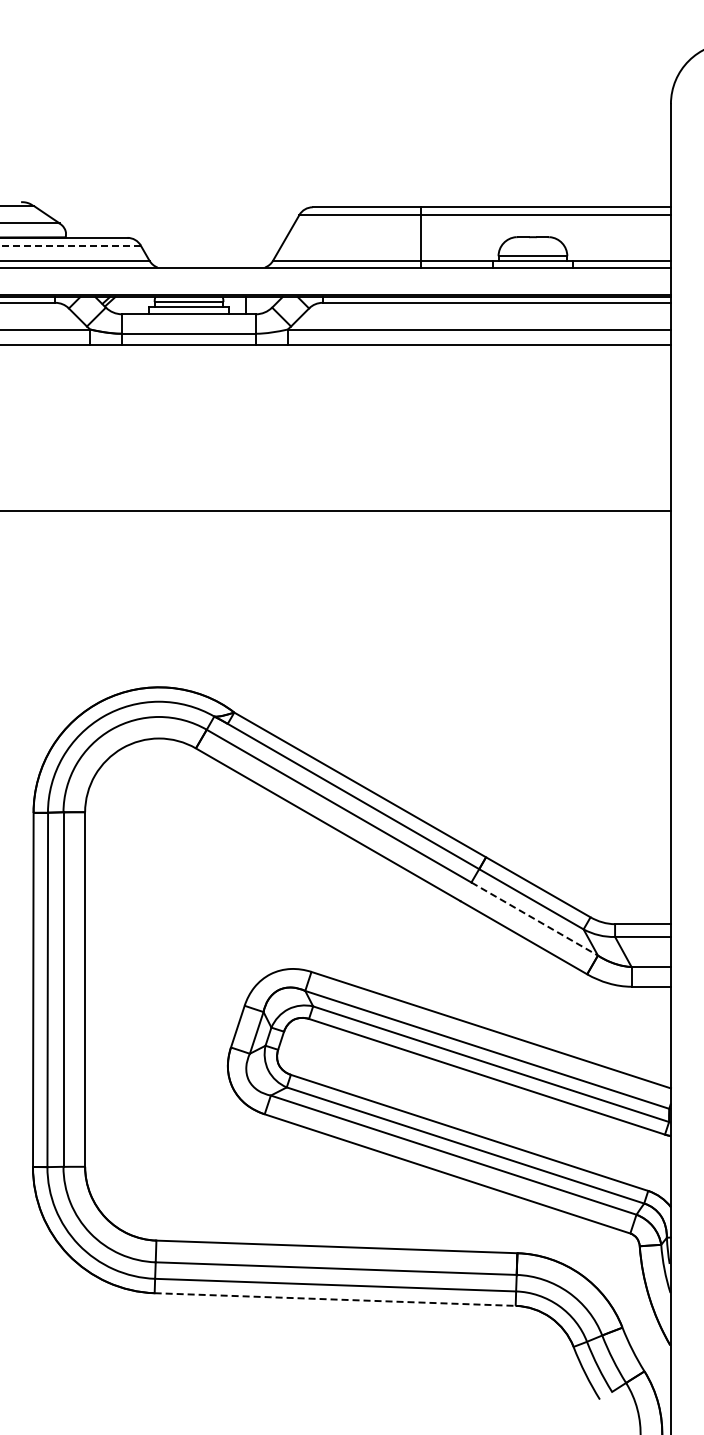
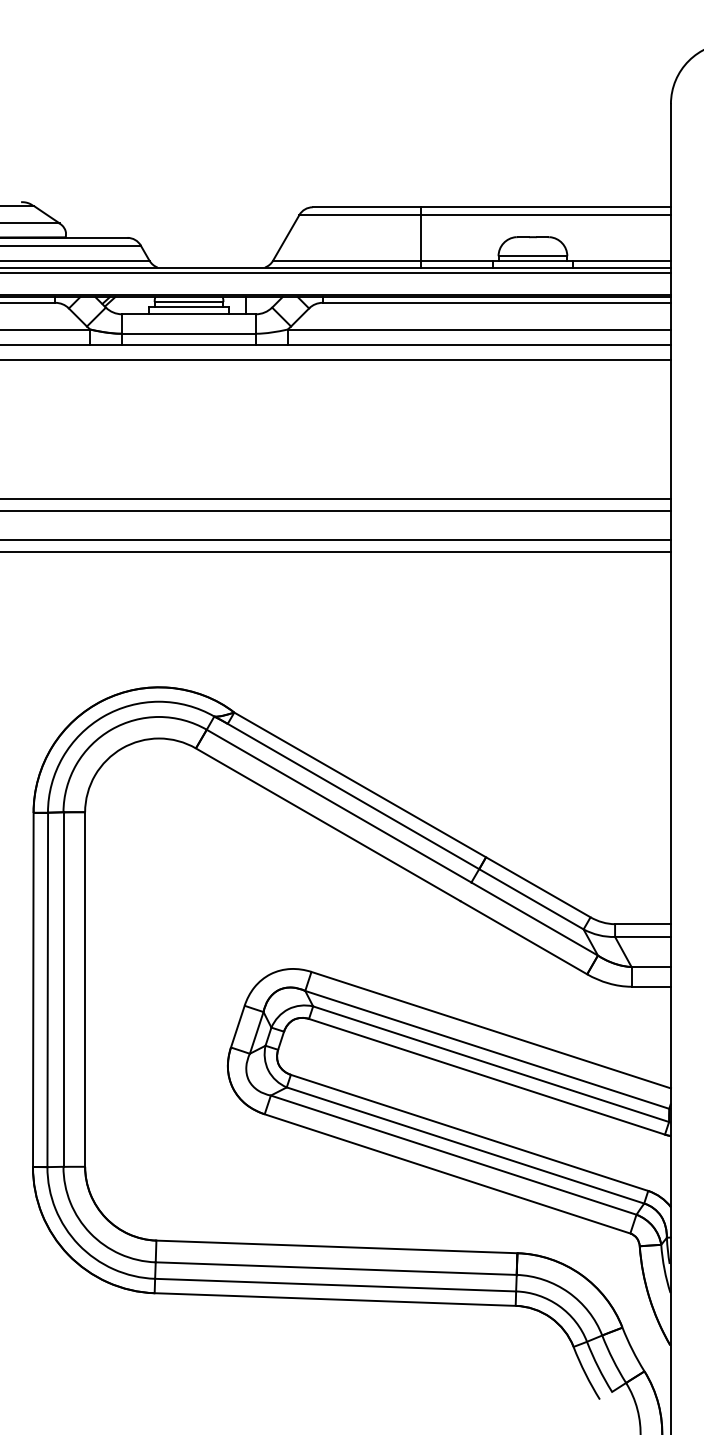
line at (70, 245): dashed -> solid
line at (336, 273): none -> present
line at (336, 360): none -> present
line at (336, 498): none -> present
line at (336, 539): none -> present
line at (336, 552): none -> present
line at (535, 919): dashed -> solid
line at (335, 1299): dashed -> solid
